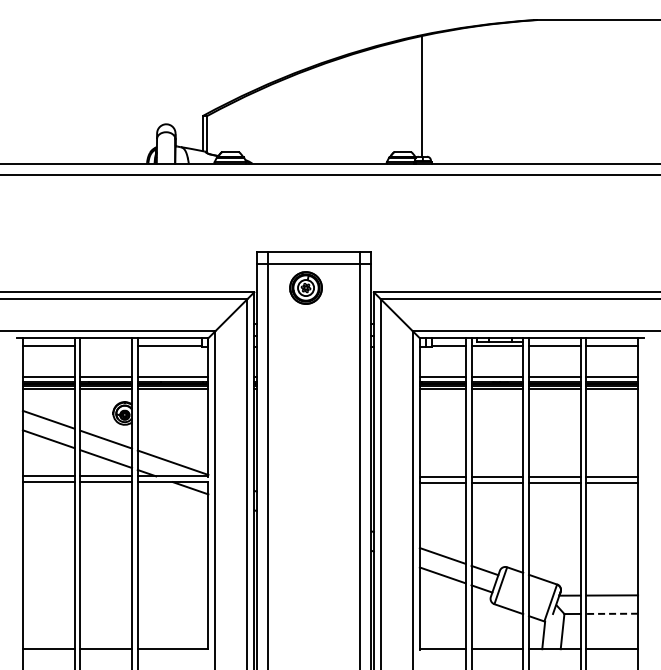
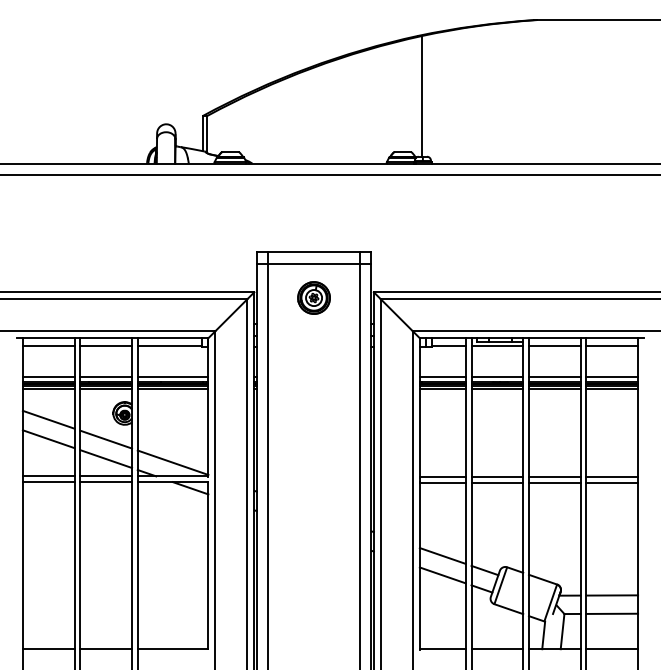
part at (305, 287) position: (305, 287) -> (313, 297)
line at (106, 345): none -> present
line at (612, 613): dashed -> solid
